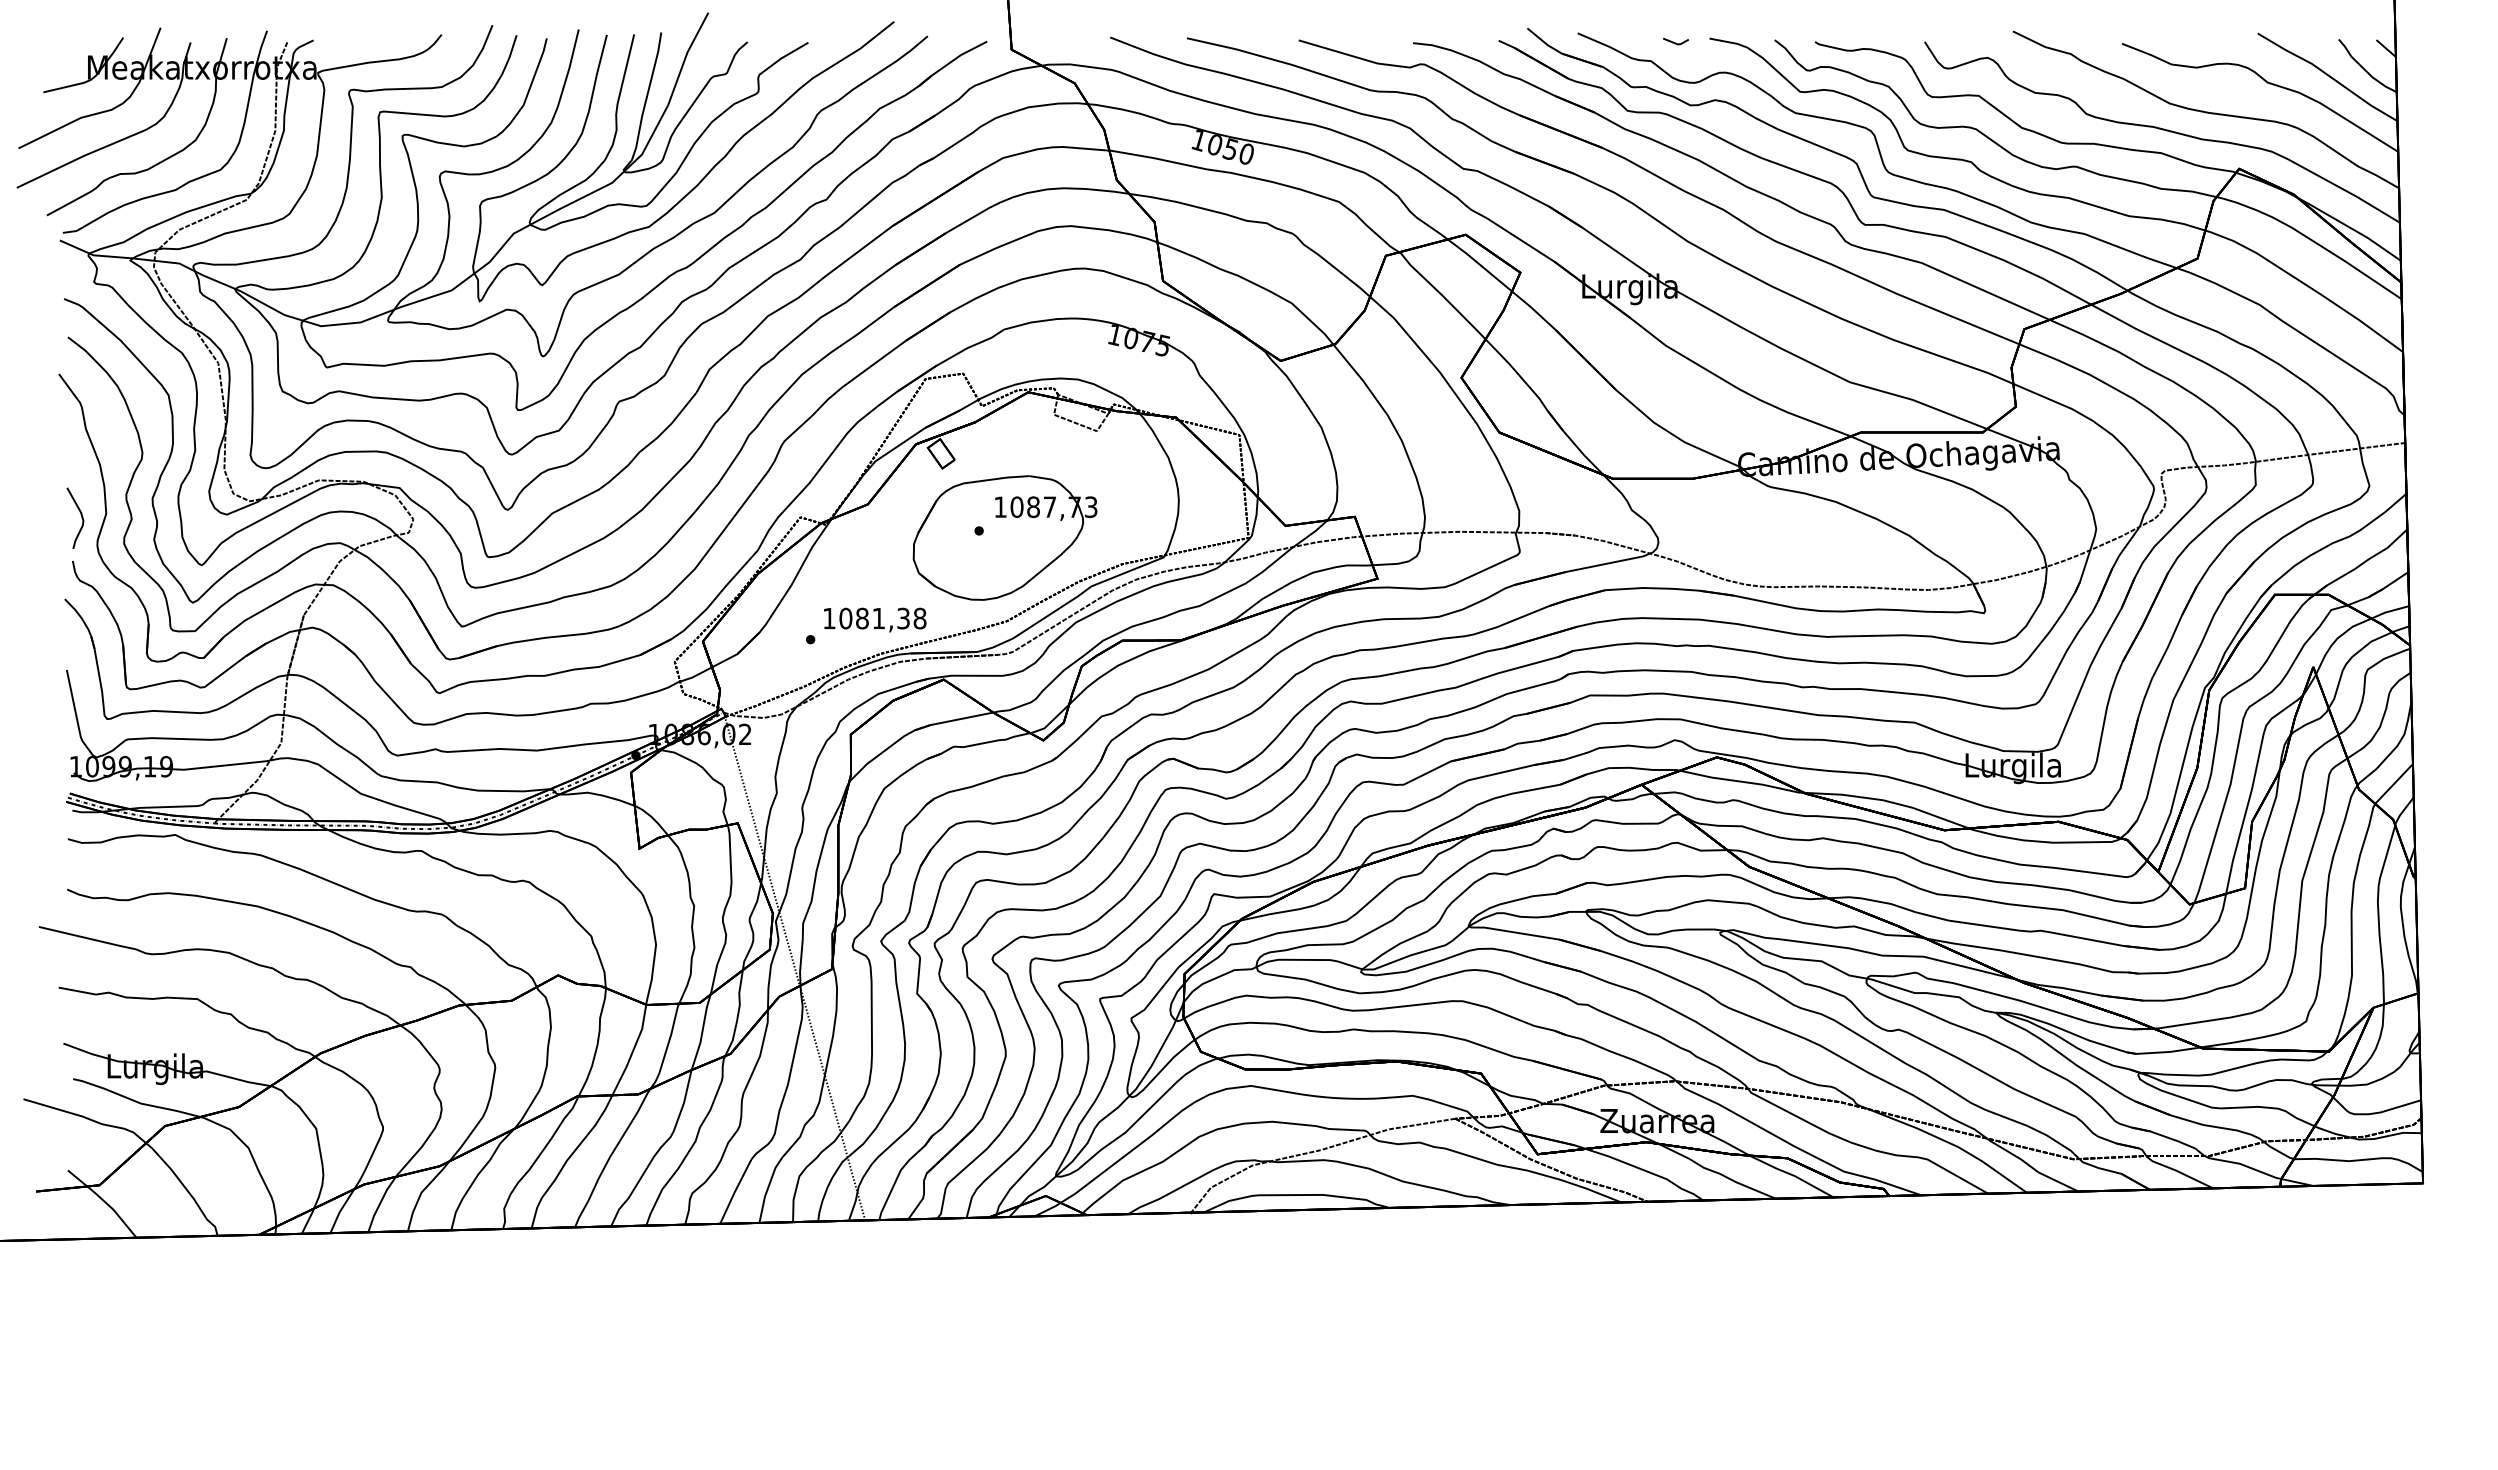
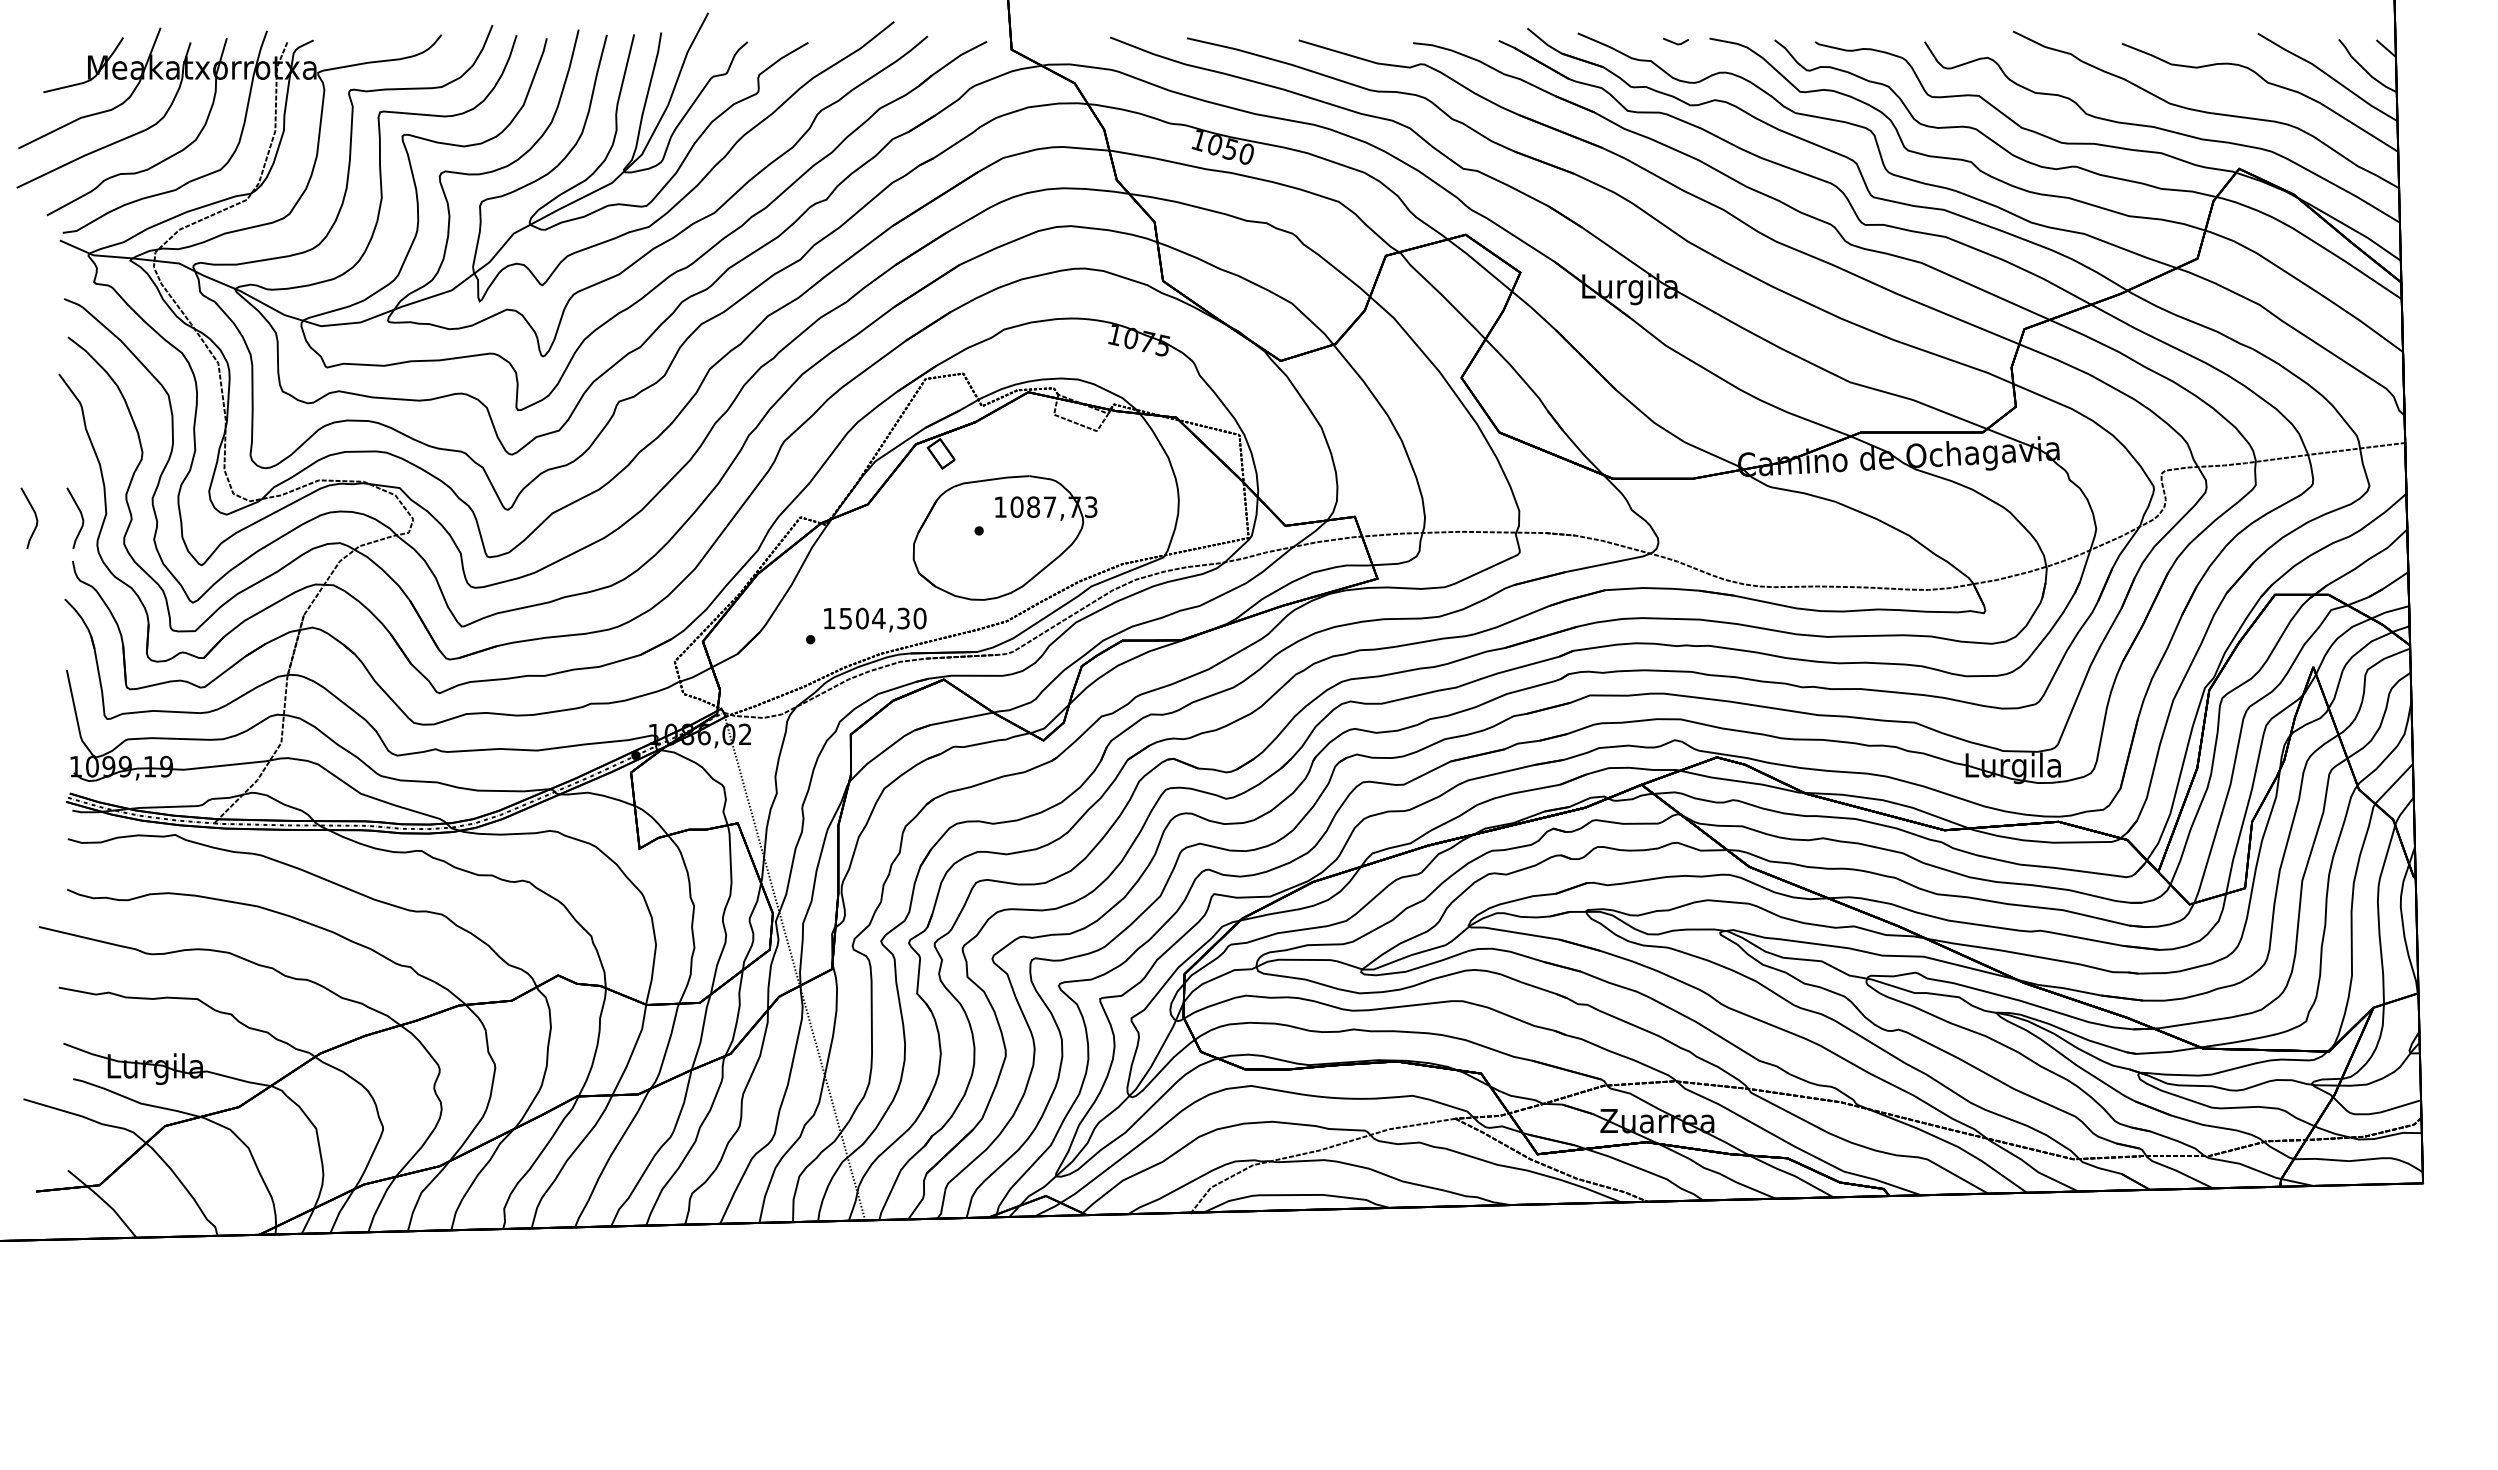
curve at (34, 514): none -> present
text at (882, 618): 1081,38 -> 1504,30
